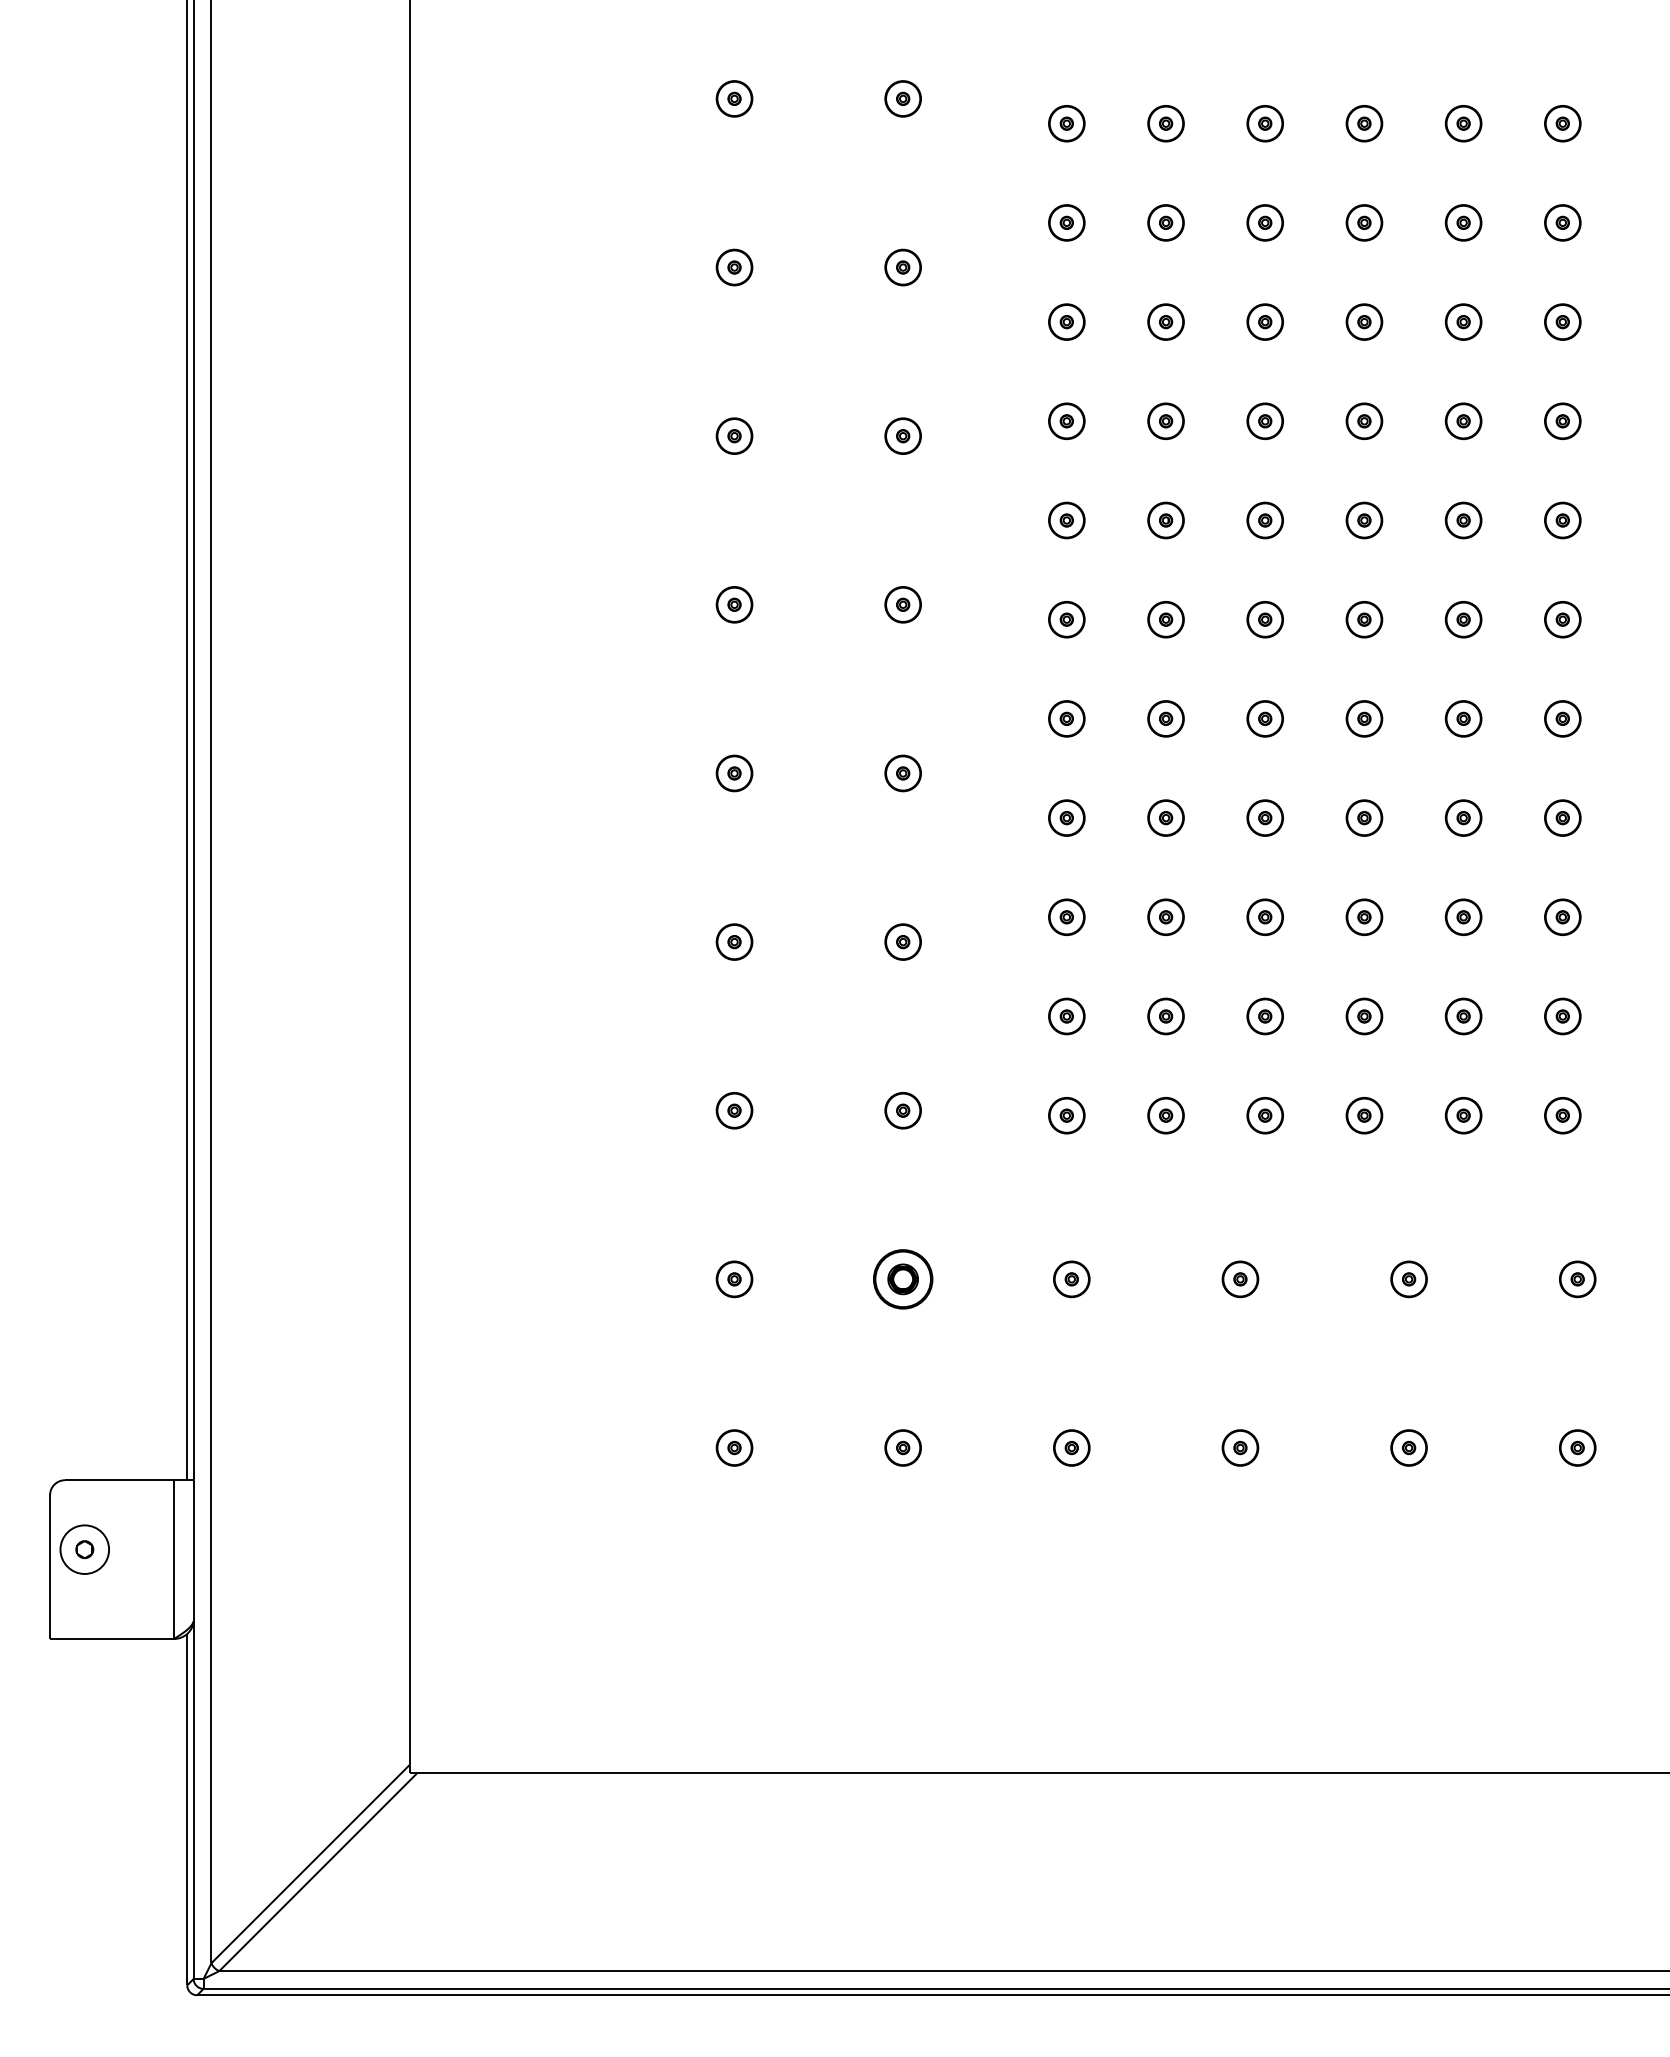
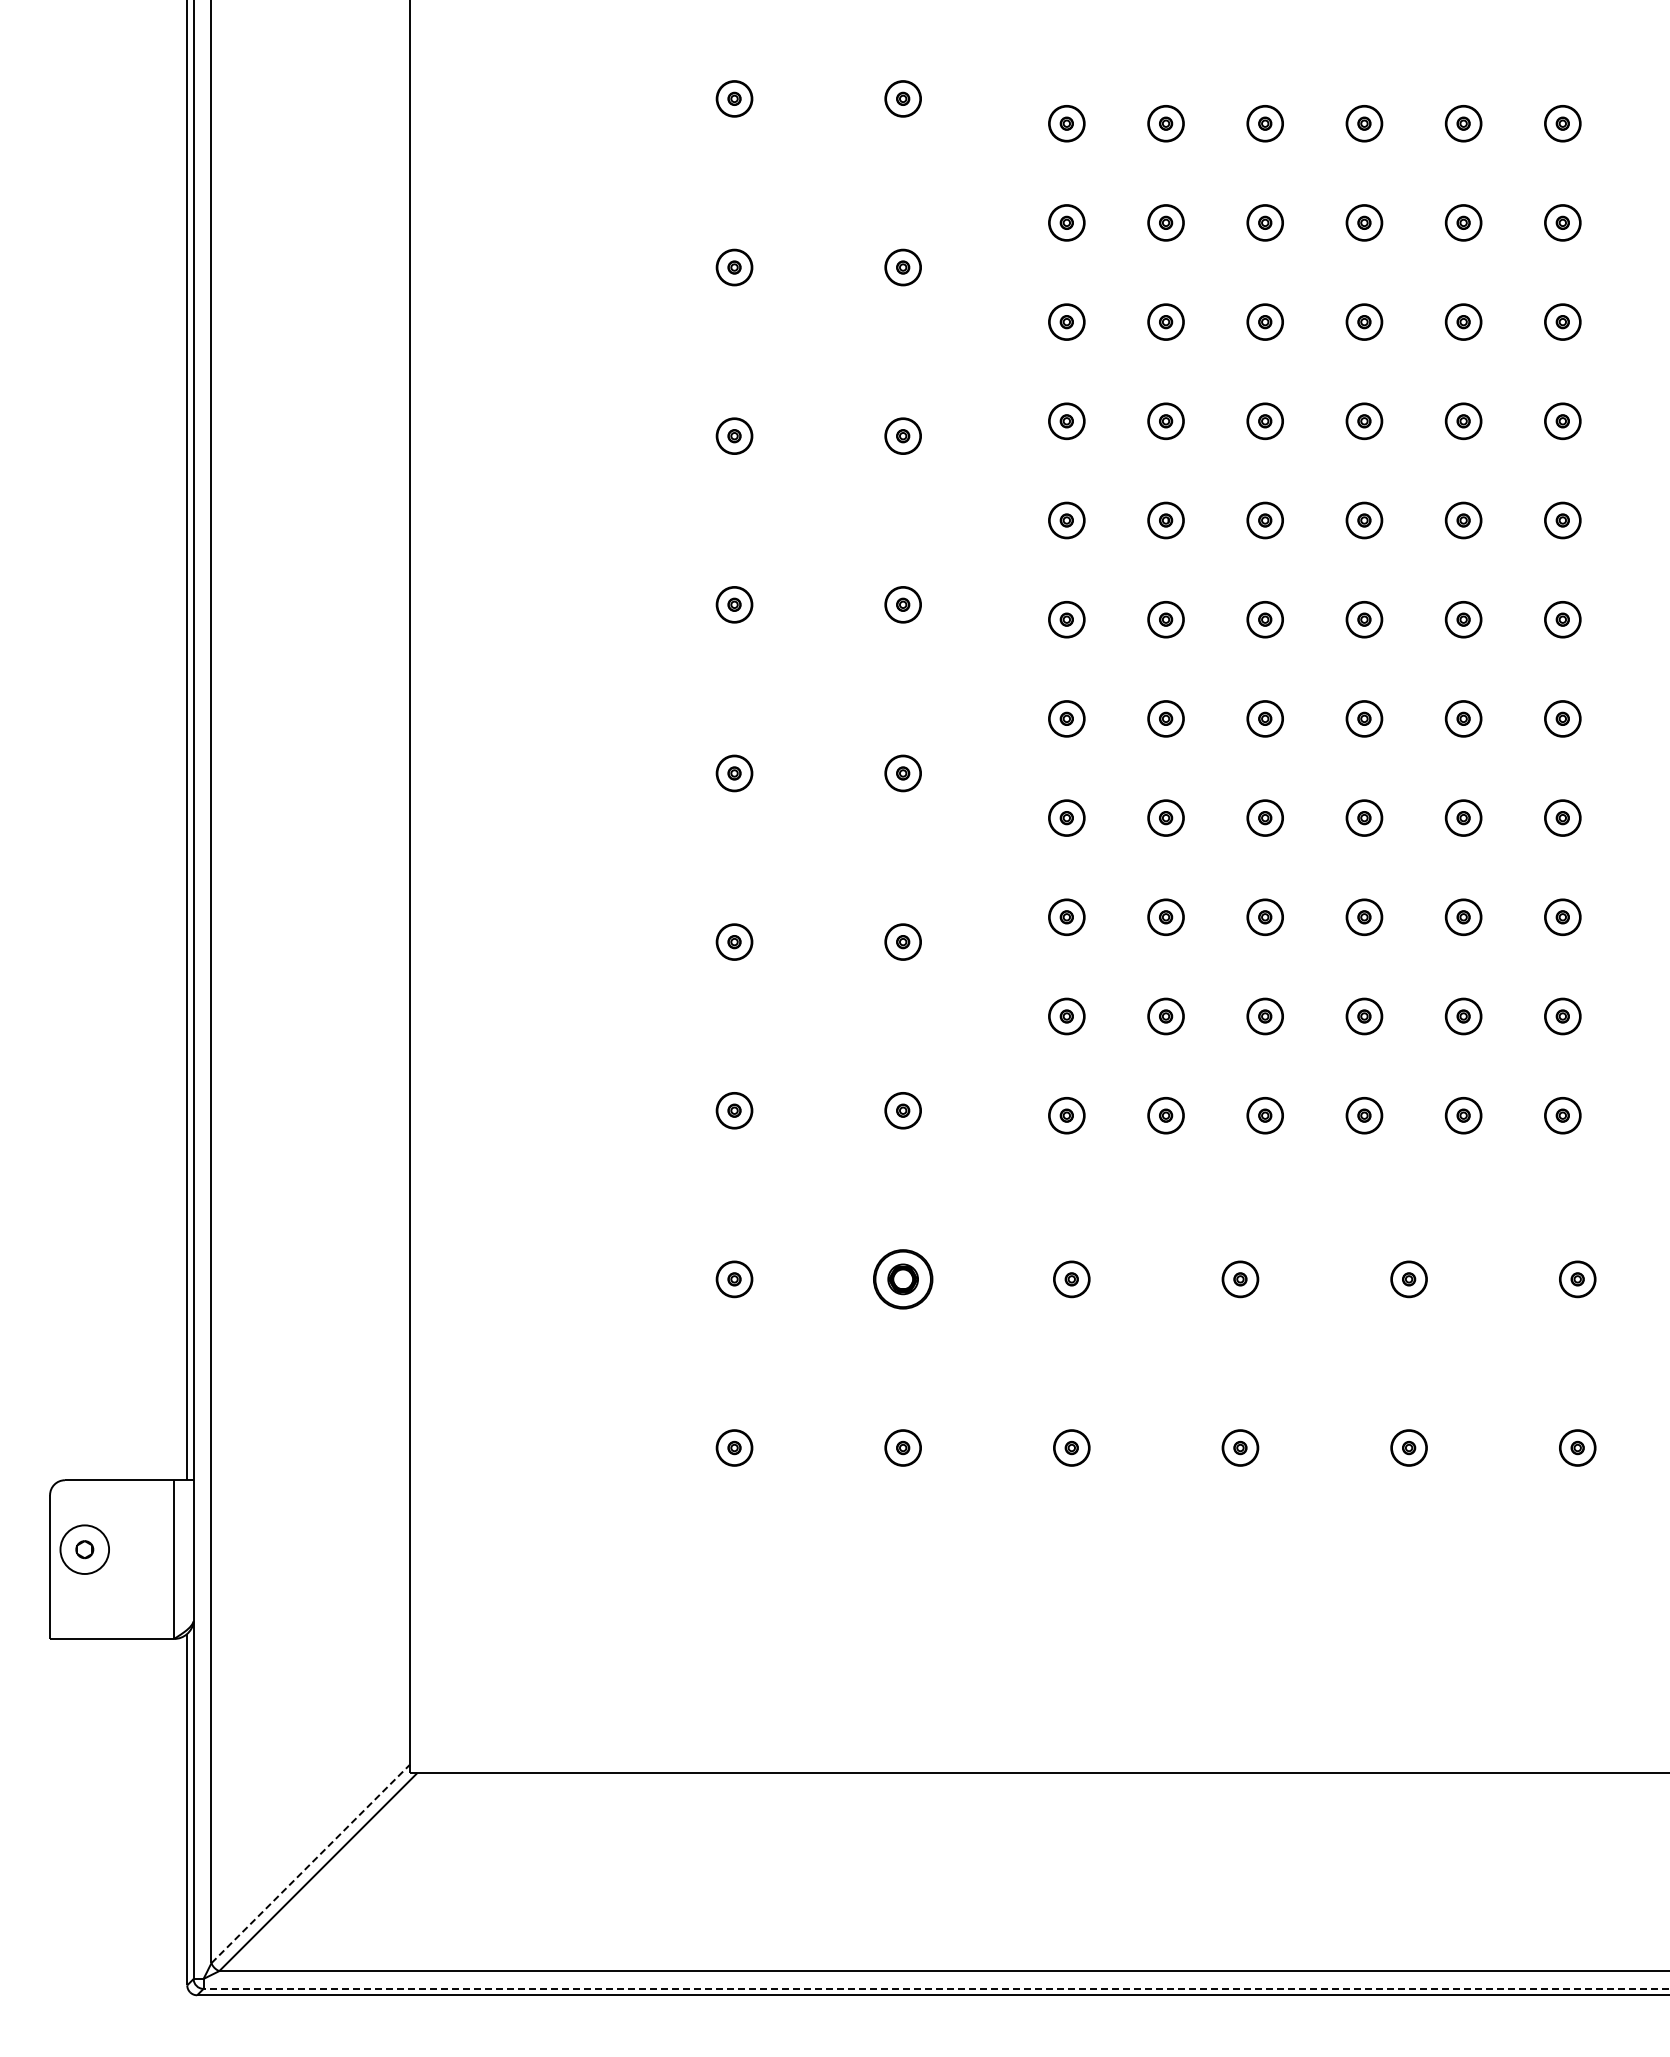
line at (310, 1863): solid -> dashed
line at (936, 1988): solid -> dashed
